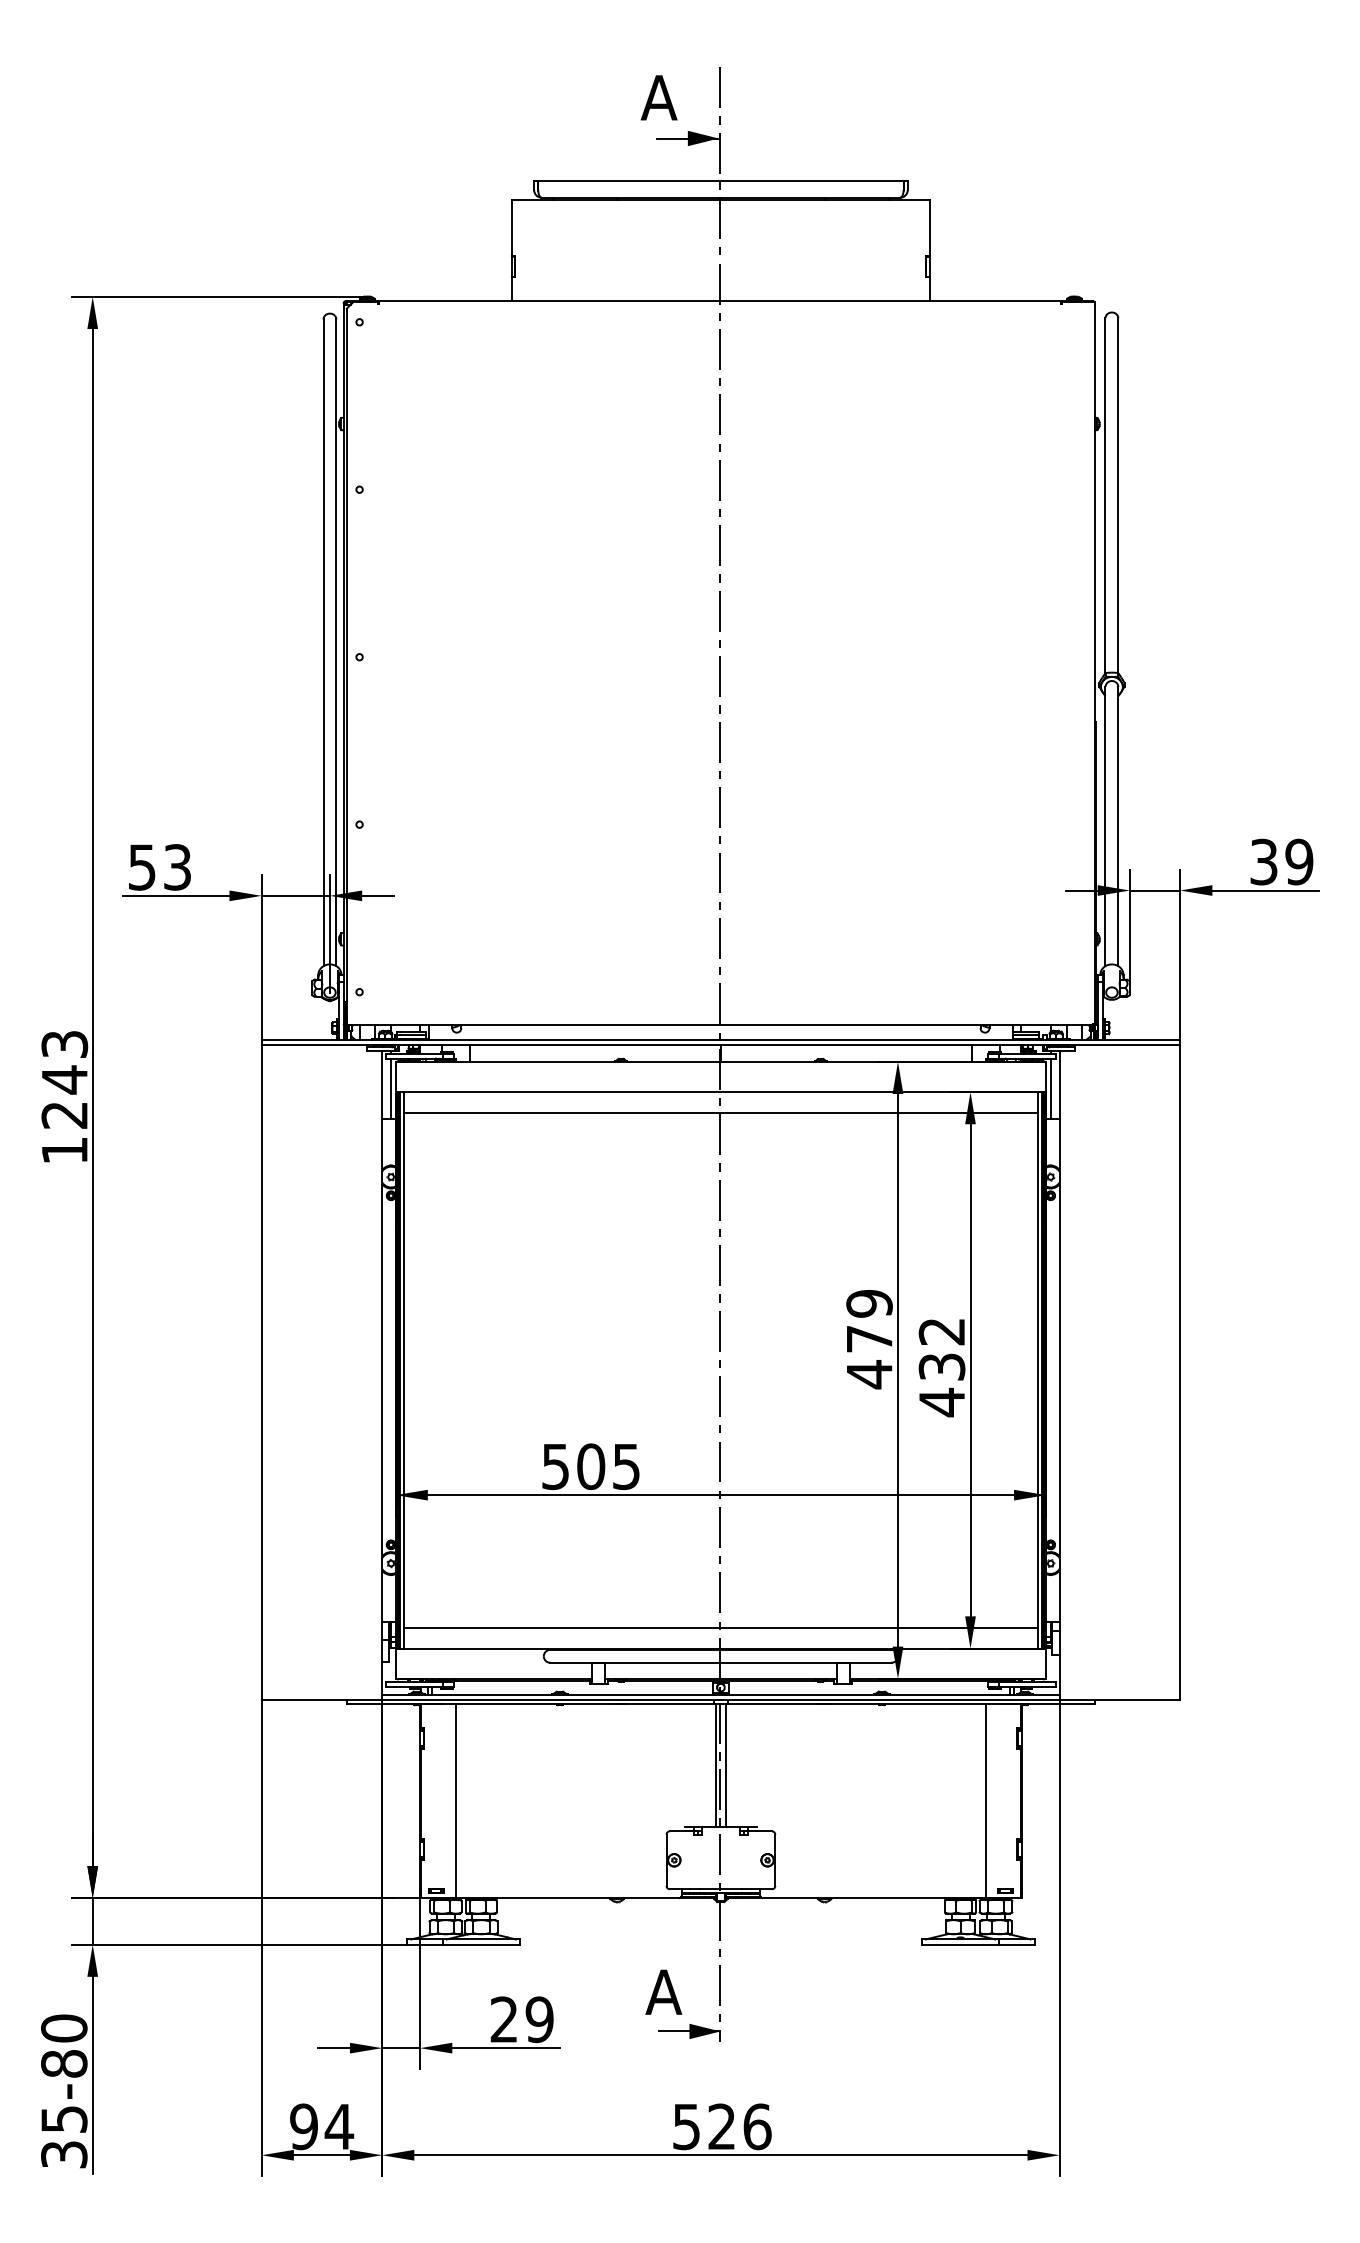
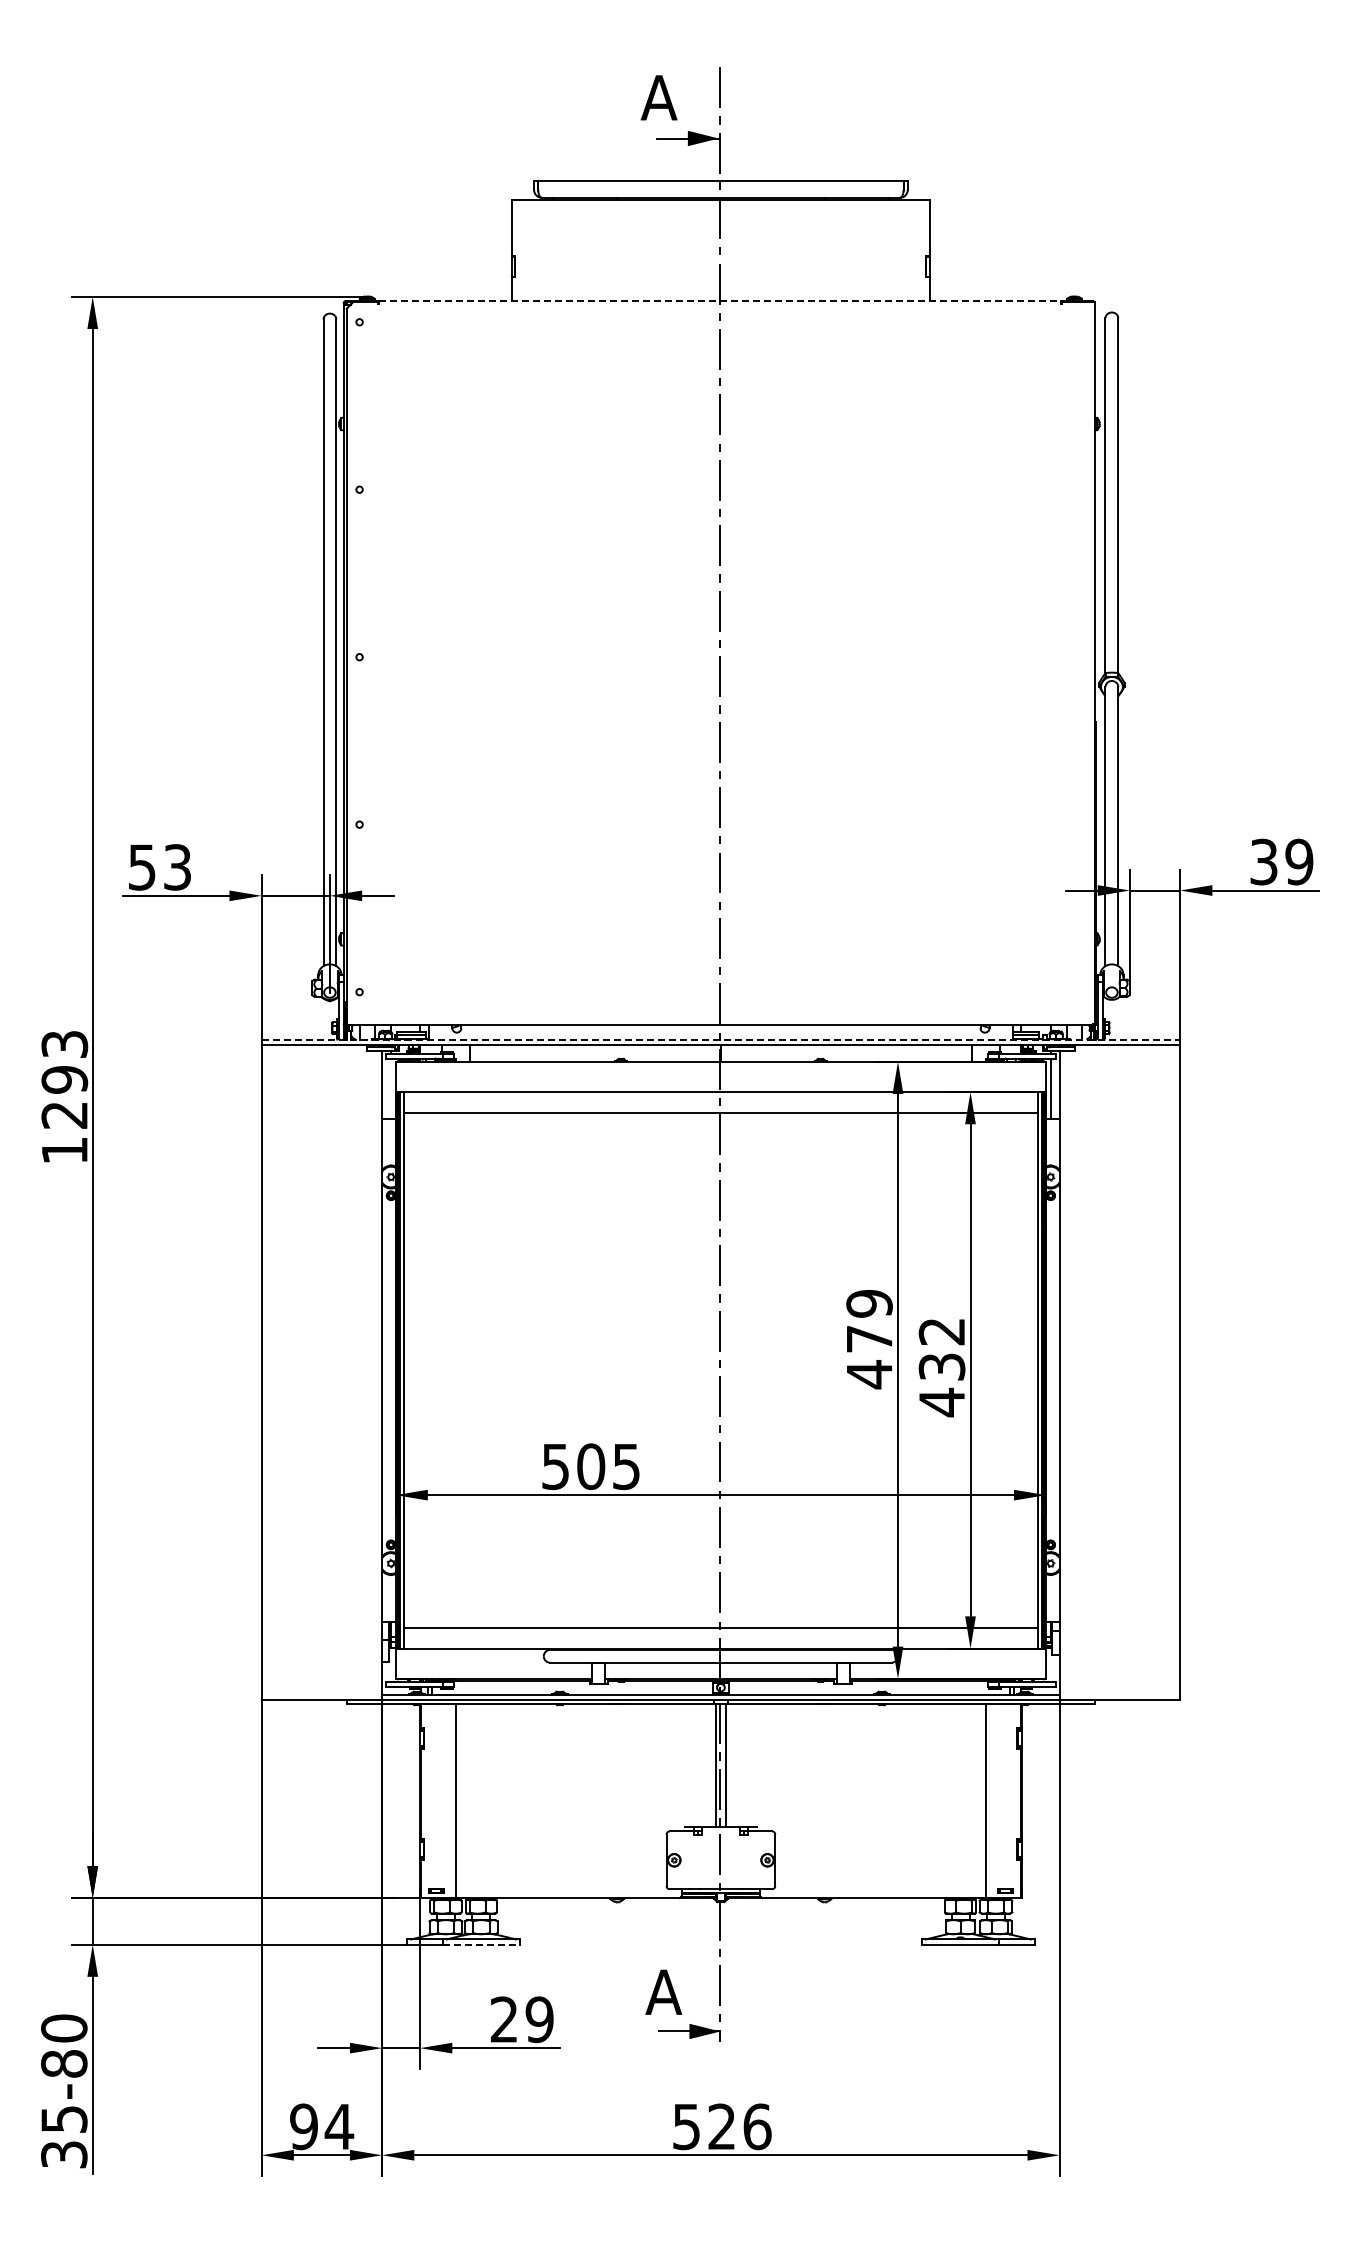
line at (720, 301): solid -> dashed
line at (720, 1039): solid -> dashed
text at (64, 1079): 1243 -> 1293
line at (390, 1088): present -> none
line at (481, 1944): solid -> dashed
